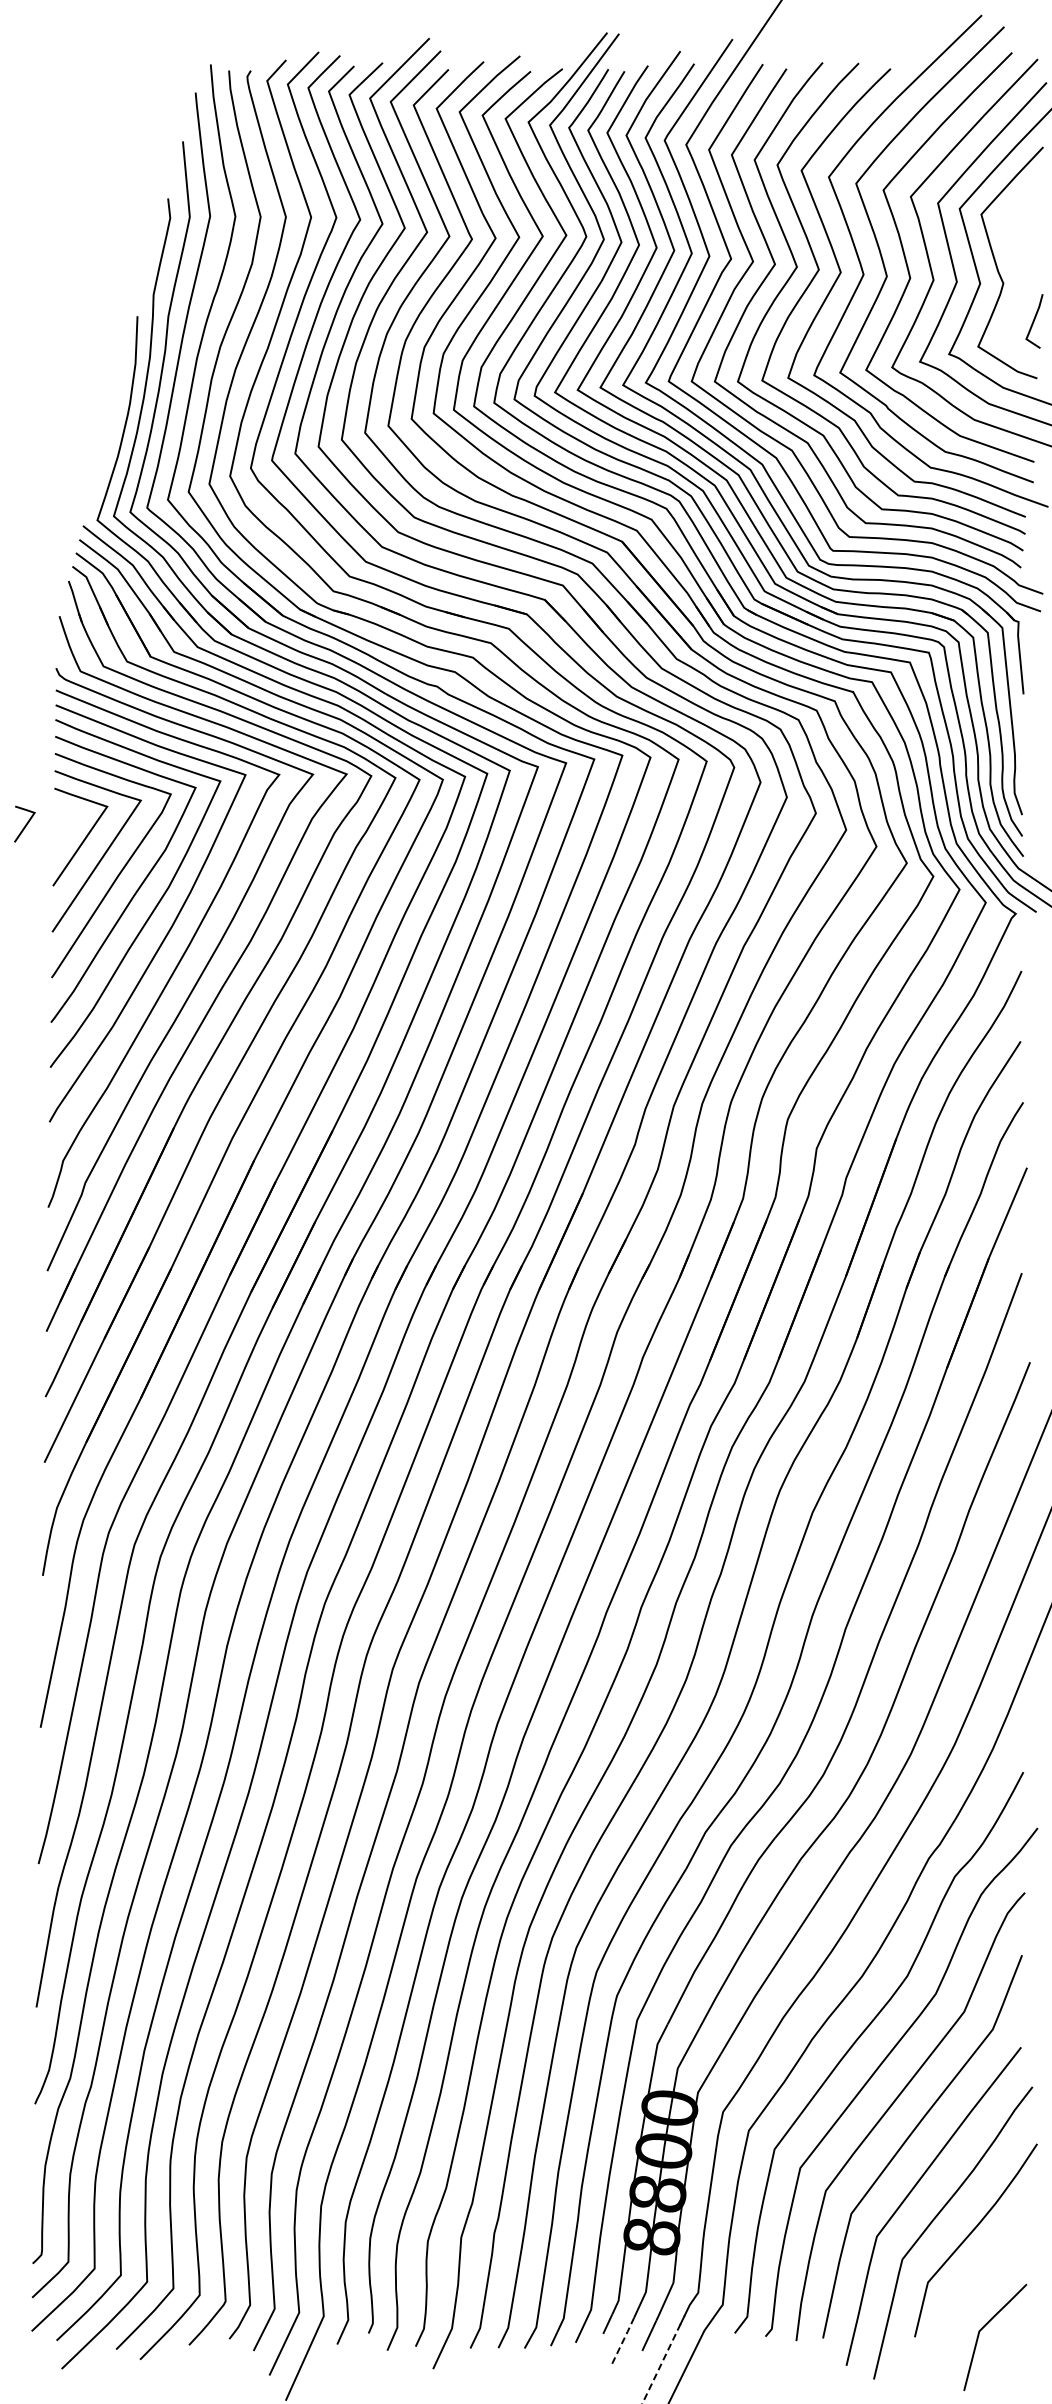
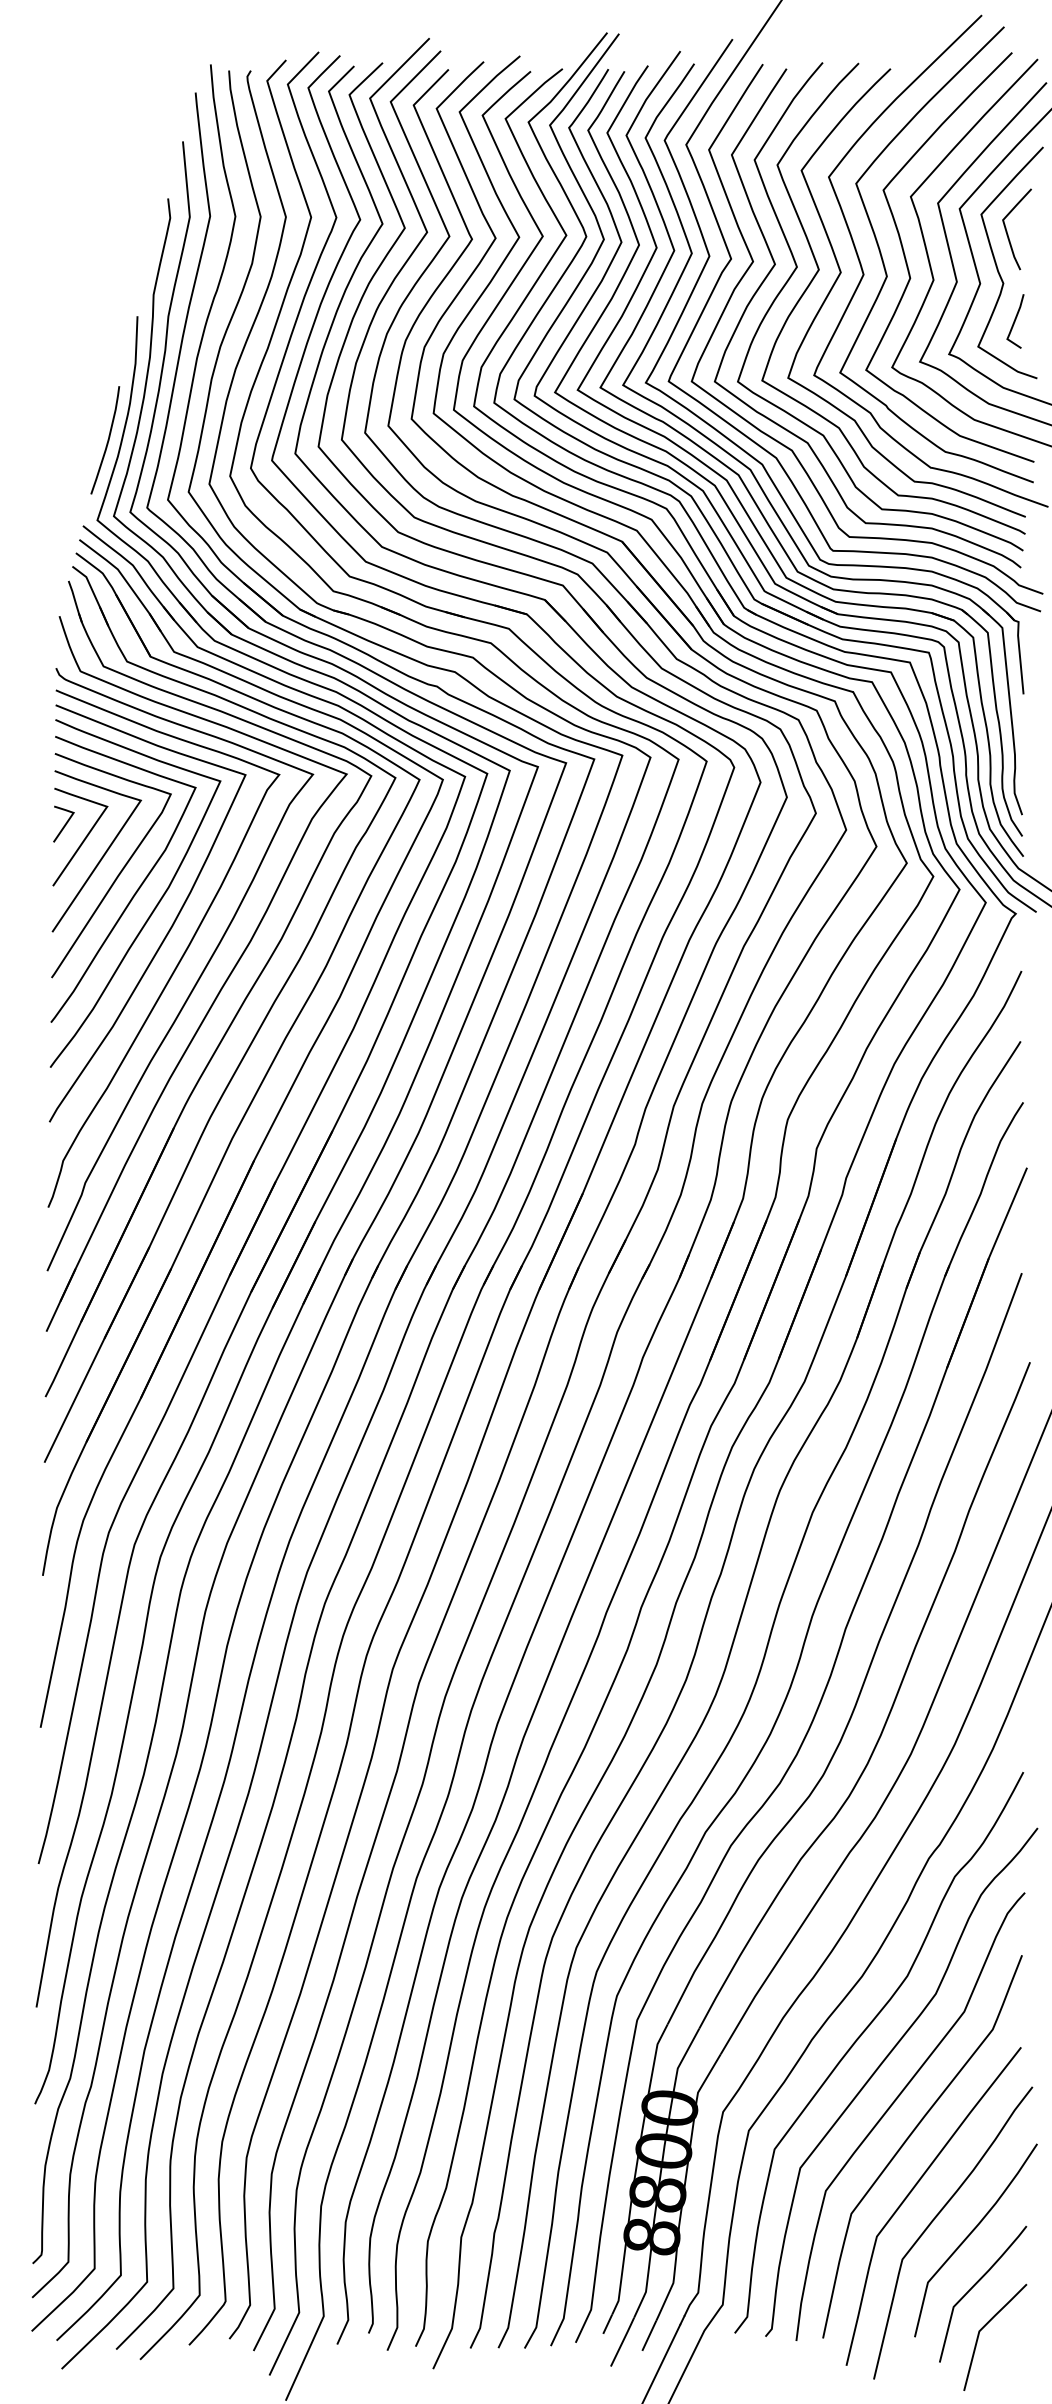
curve at (1007, 230): none -> present
curve at (1034, 321) position: (1034, 321) -> (1015, 321)
curve at (107, 440): none -> present
line at (25, 824) position: (25, 824) -> (64, 824)
curve at (975, 2285): none -> present
line at (622, 2341): dashed -> solid
line at (661, 2364): dashed -> solid
